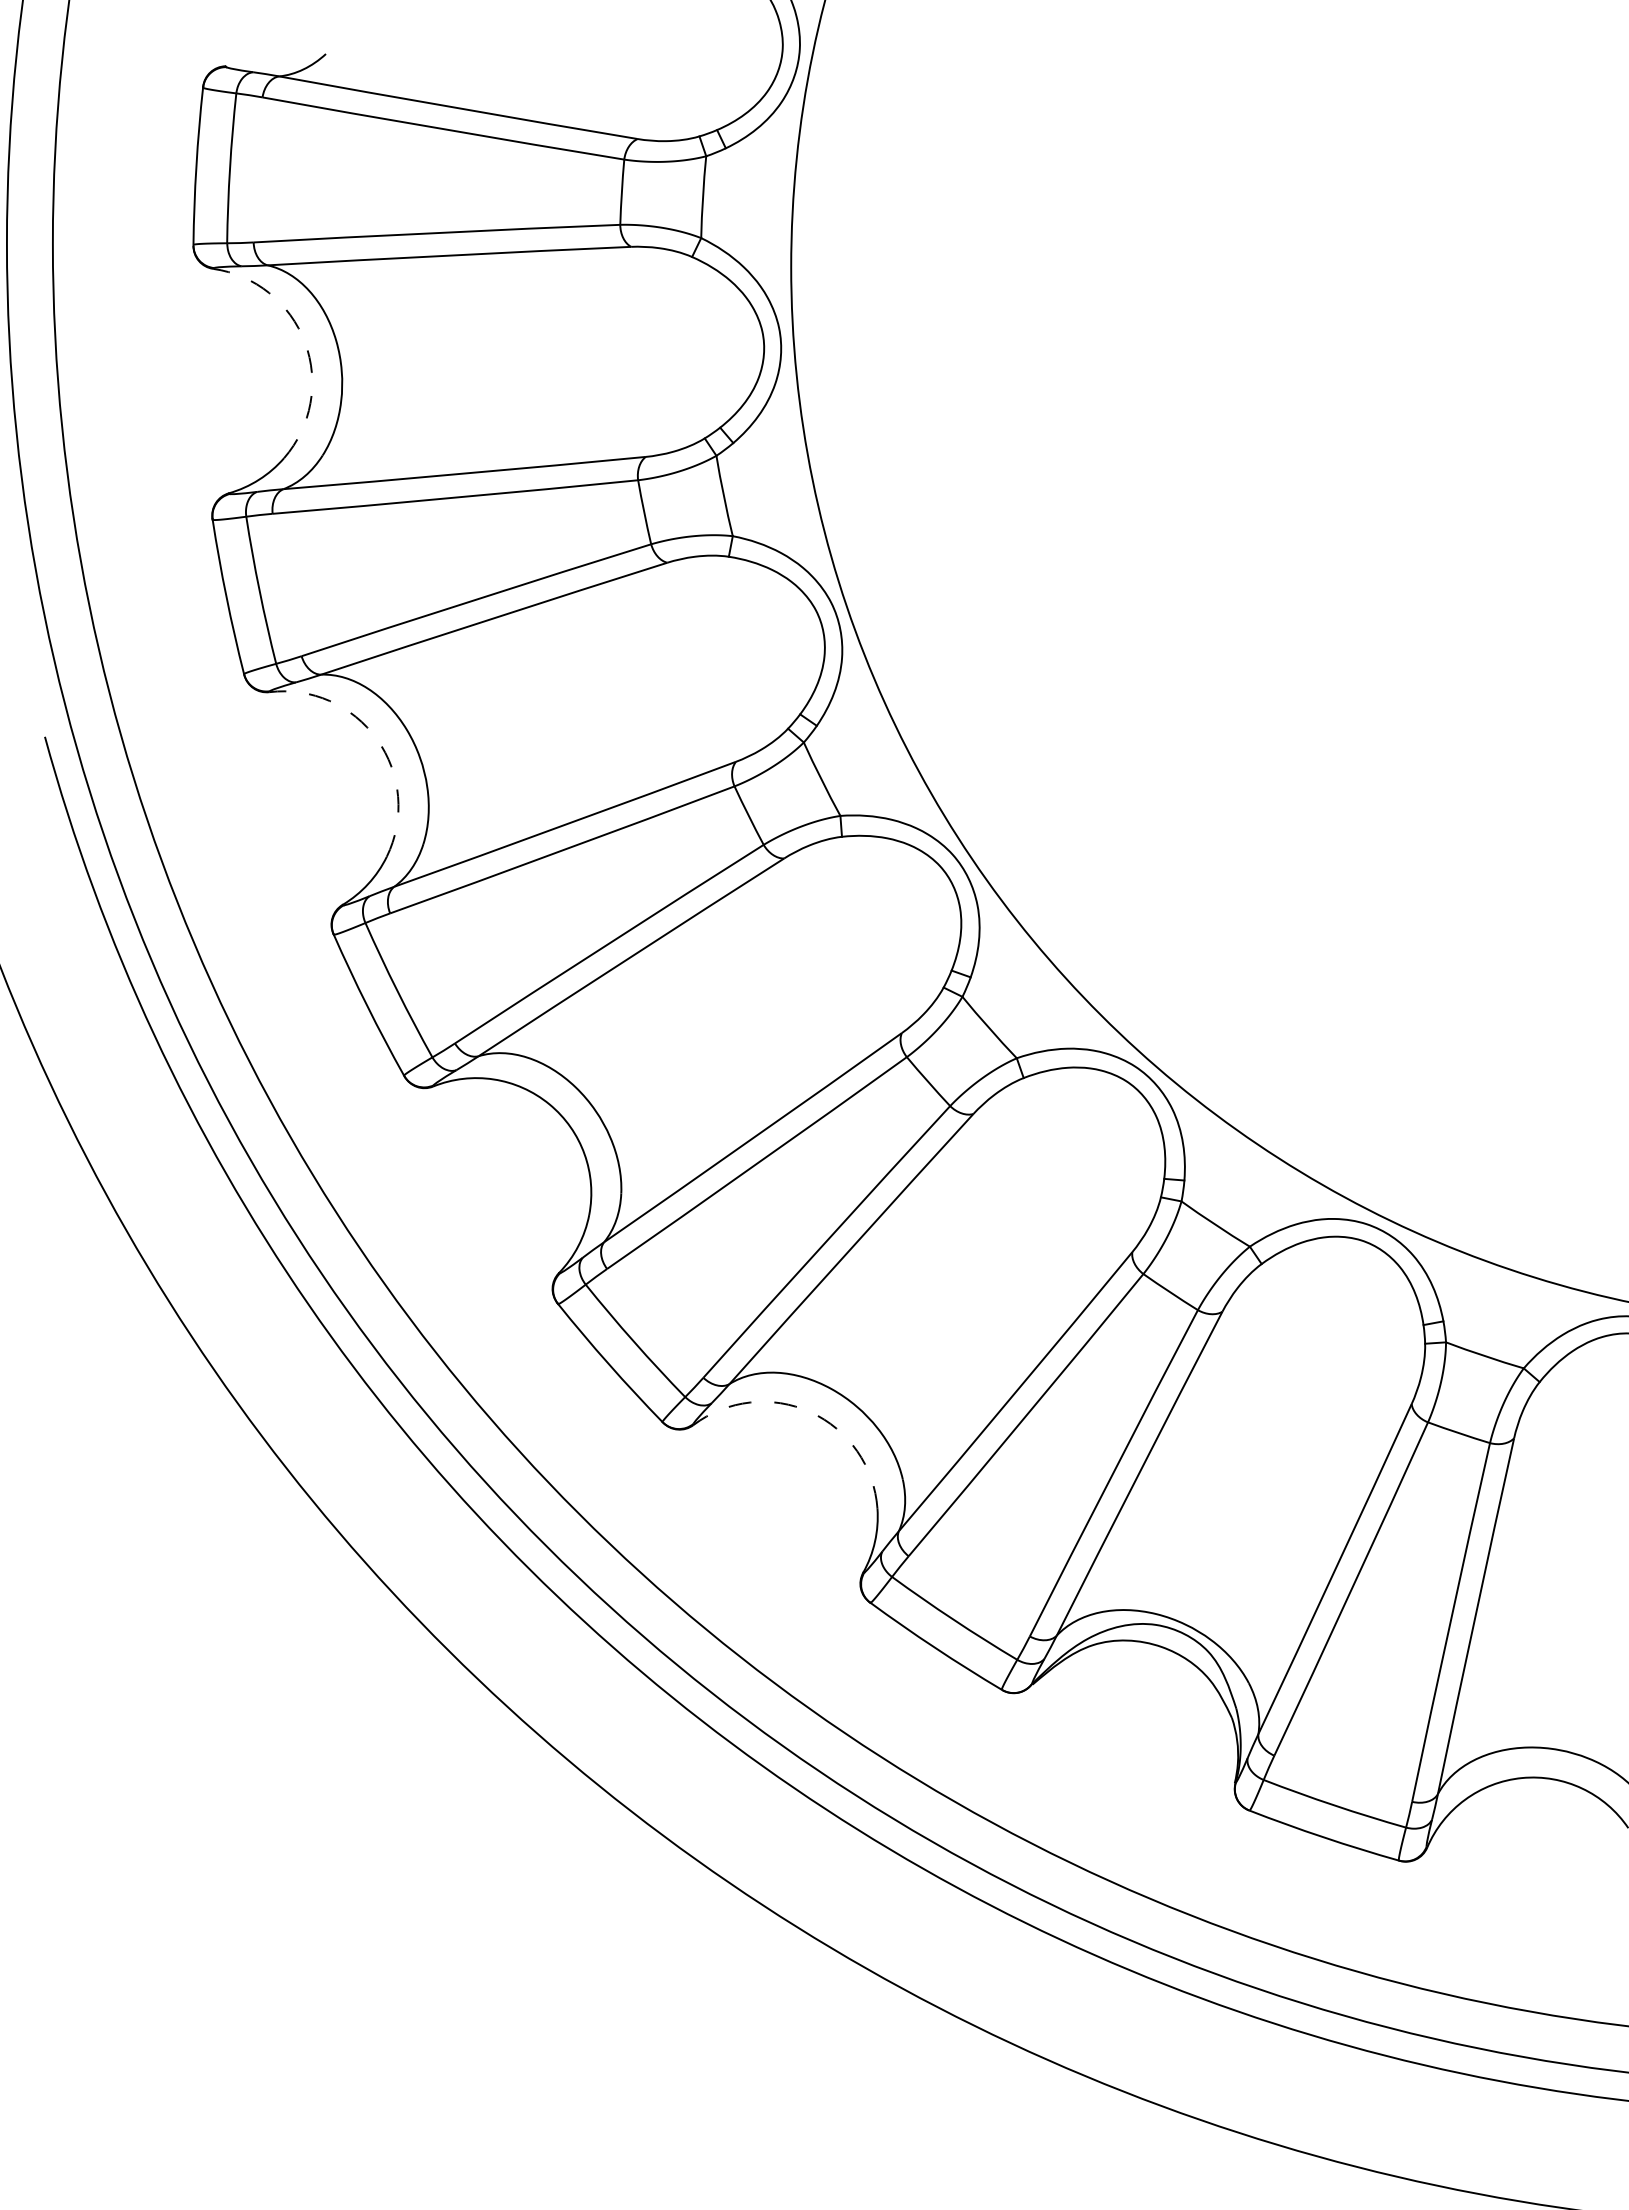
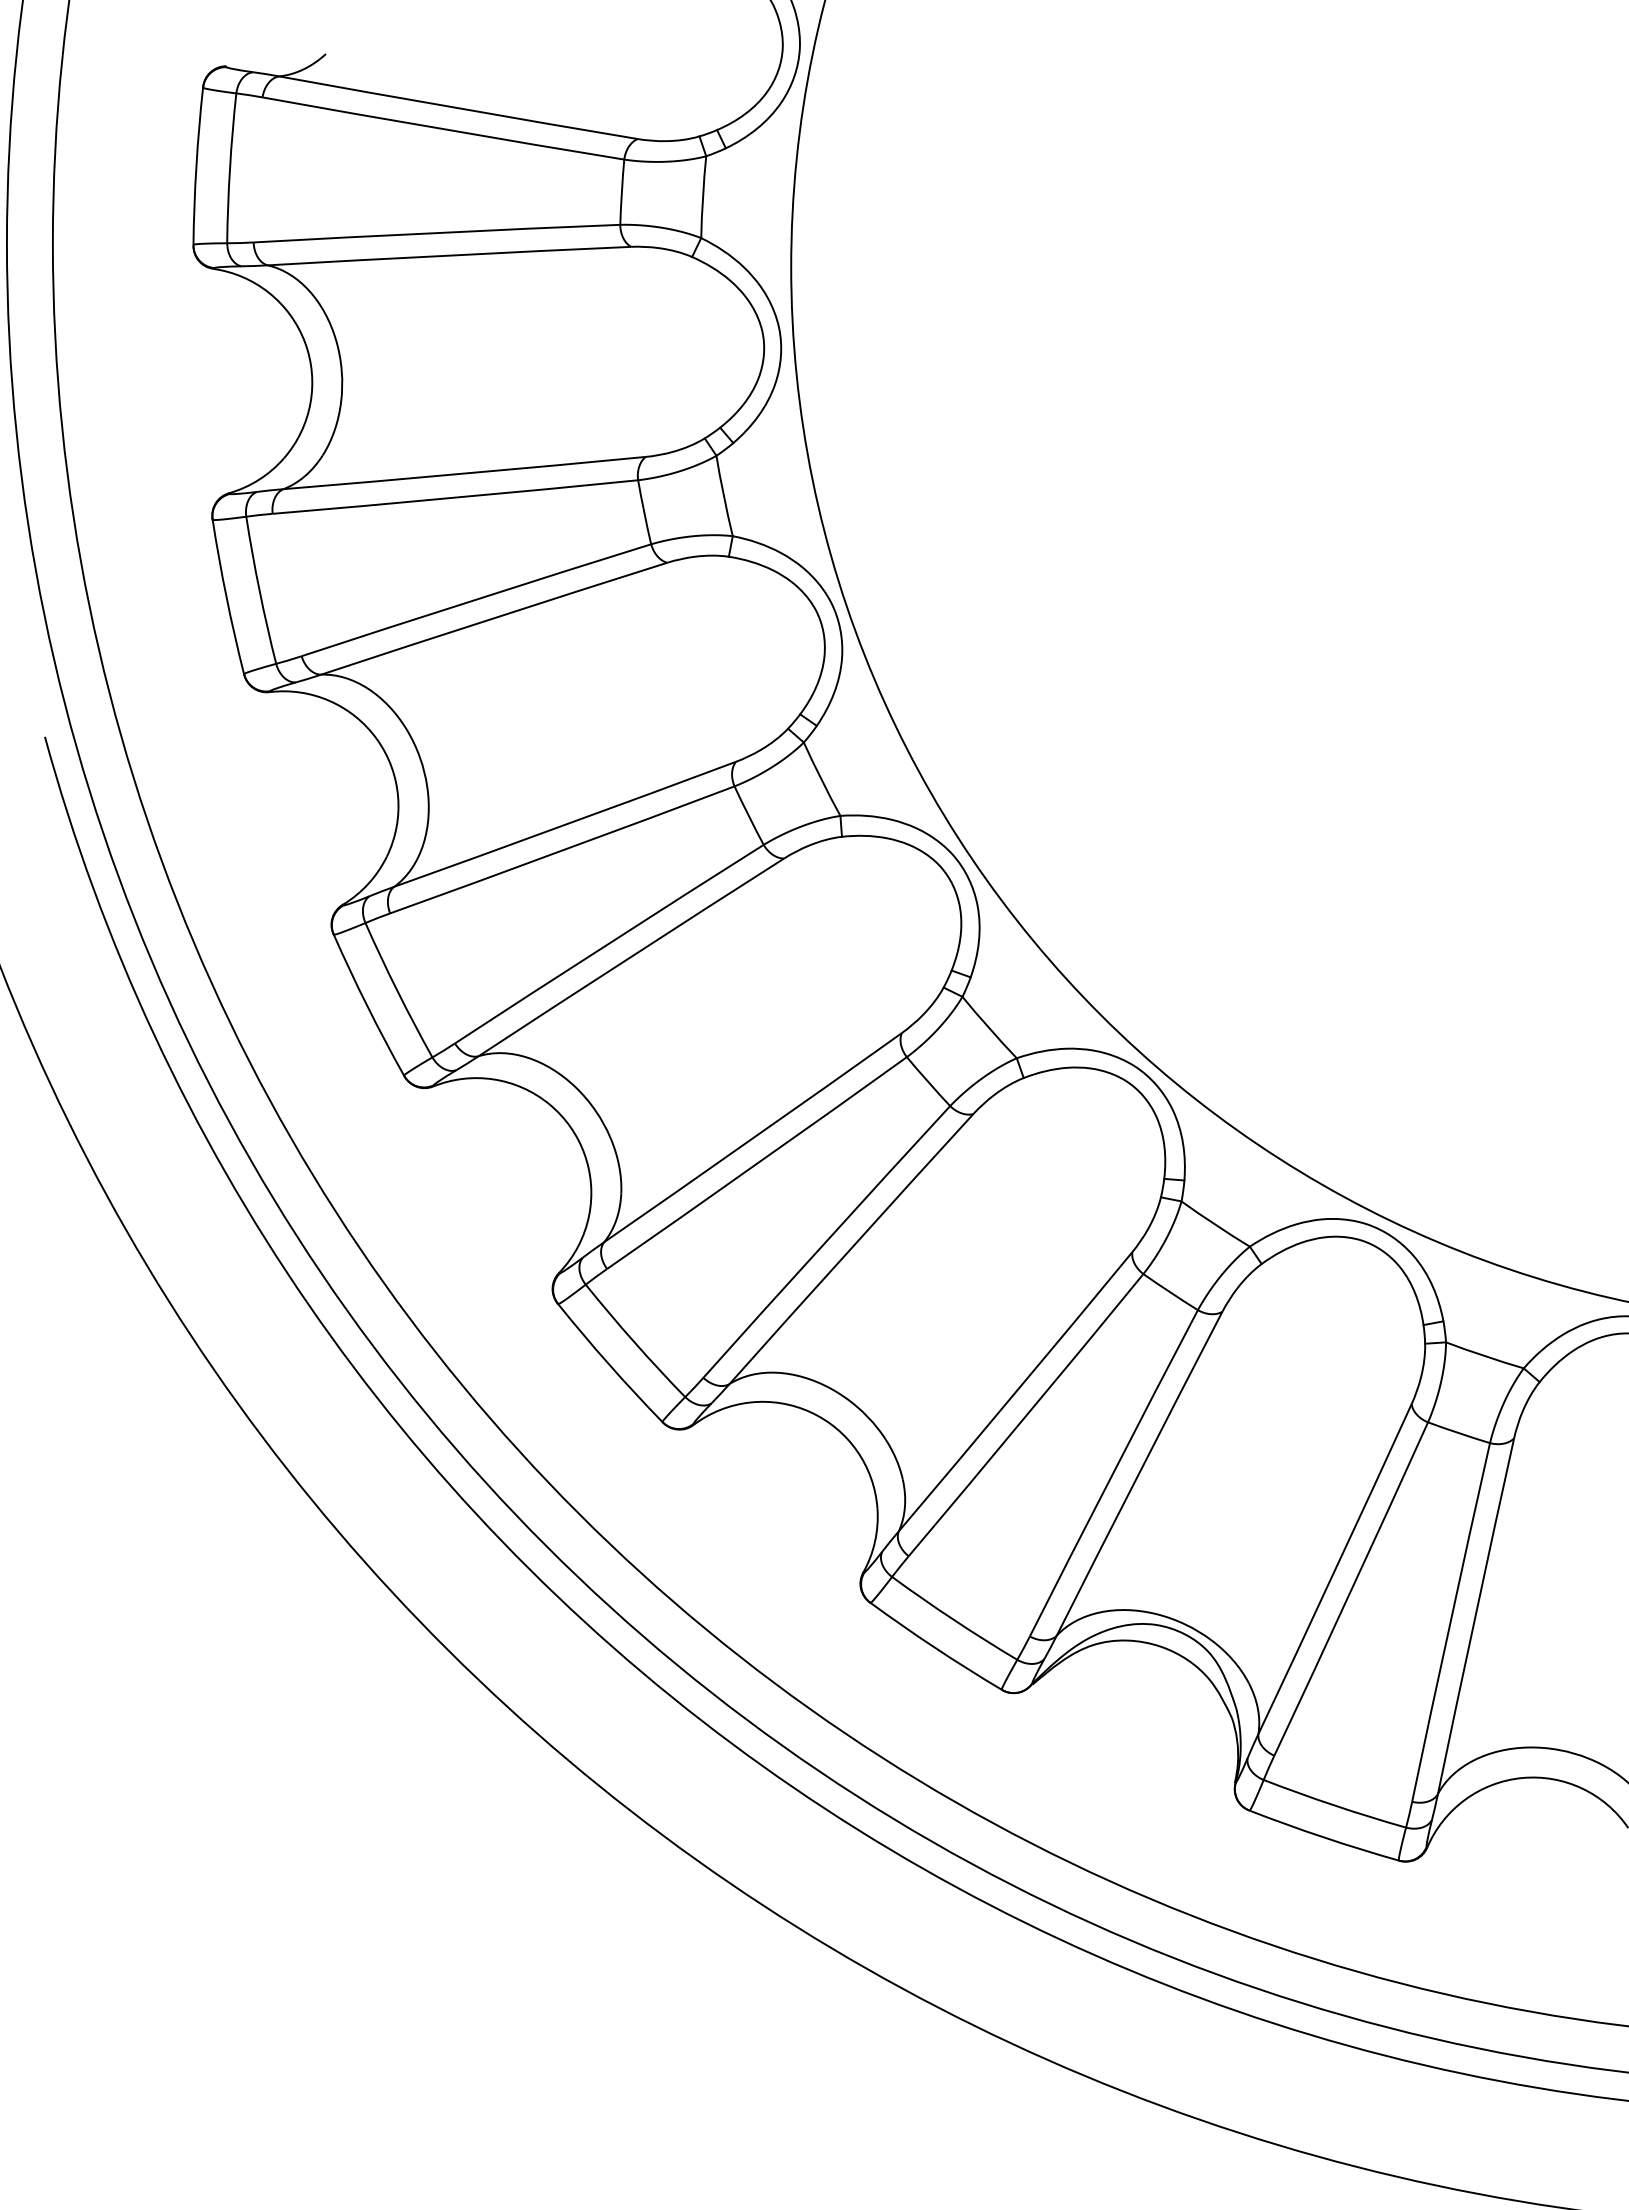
arc at (305, 342): dashed -> solid
arc at (377, 739): dashed -> solid
arc at (810, 1412): dashed -> solid
